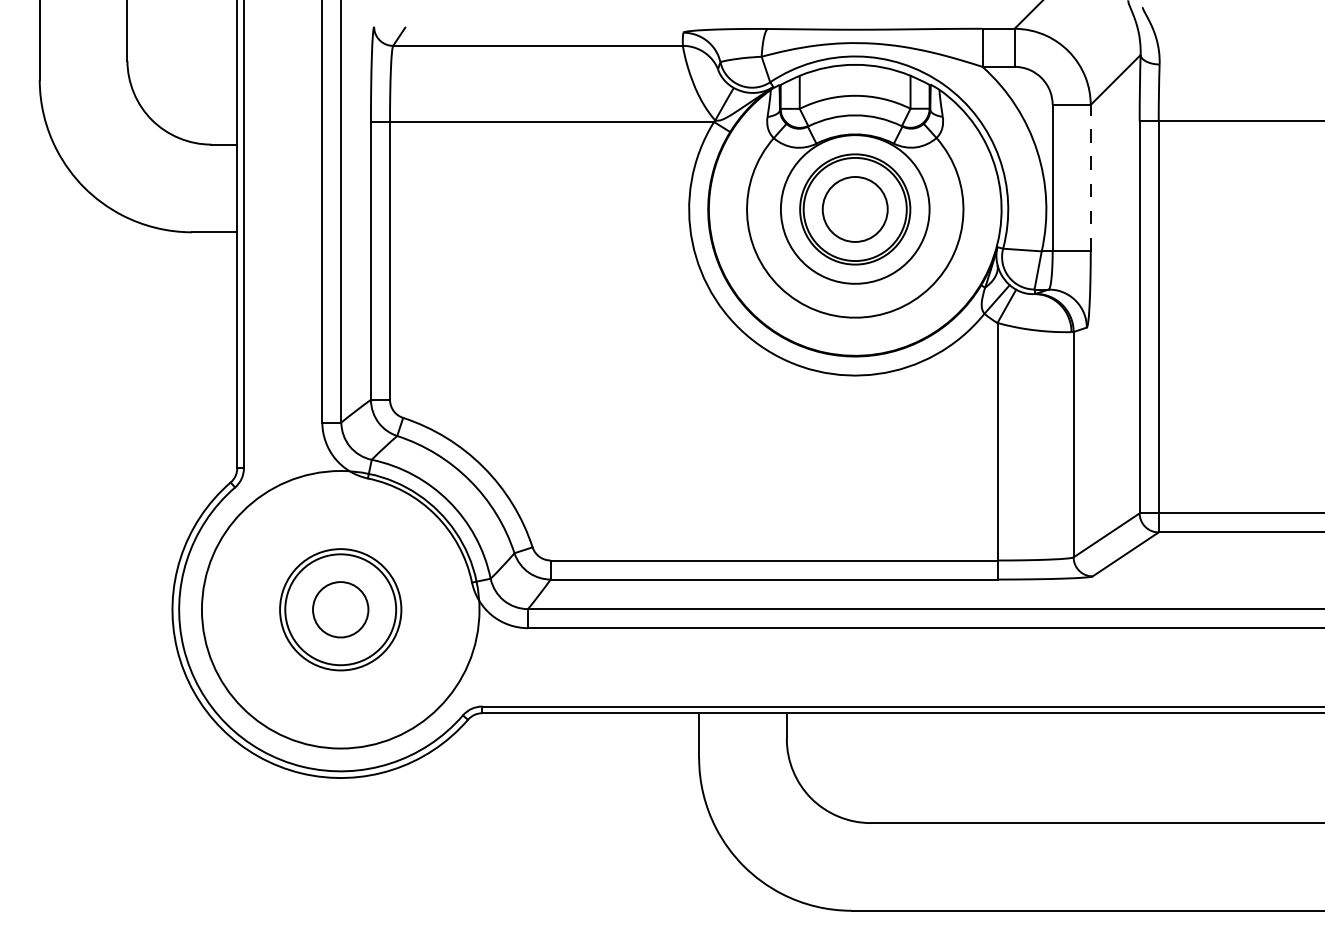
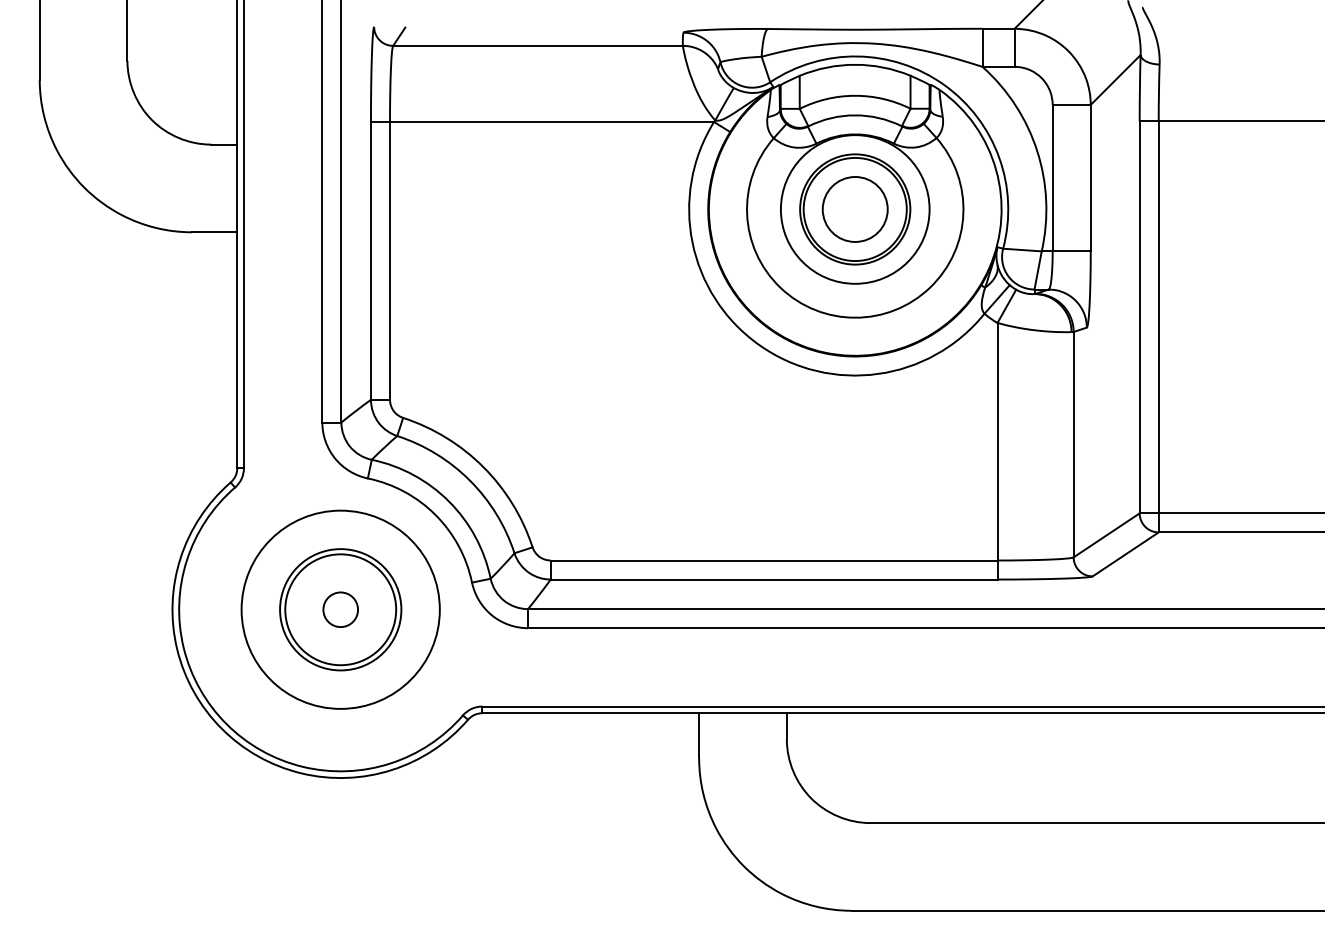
line at (1090, 177): dashed -> solid
circle at (340, 609) diameter: 278 px -> 198 px
circle at (340, 609) diameter: 55 px -> 35 px
